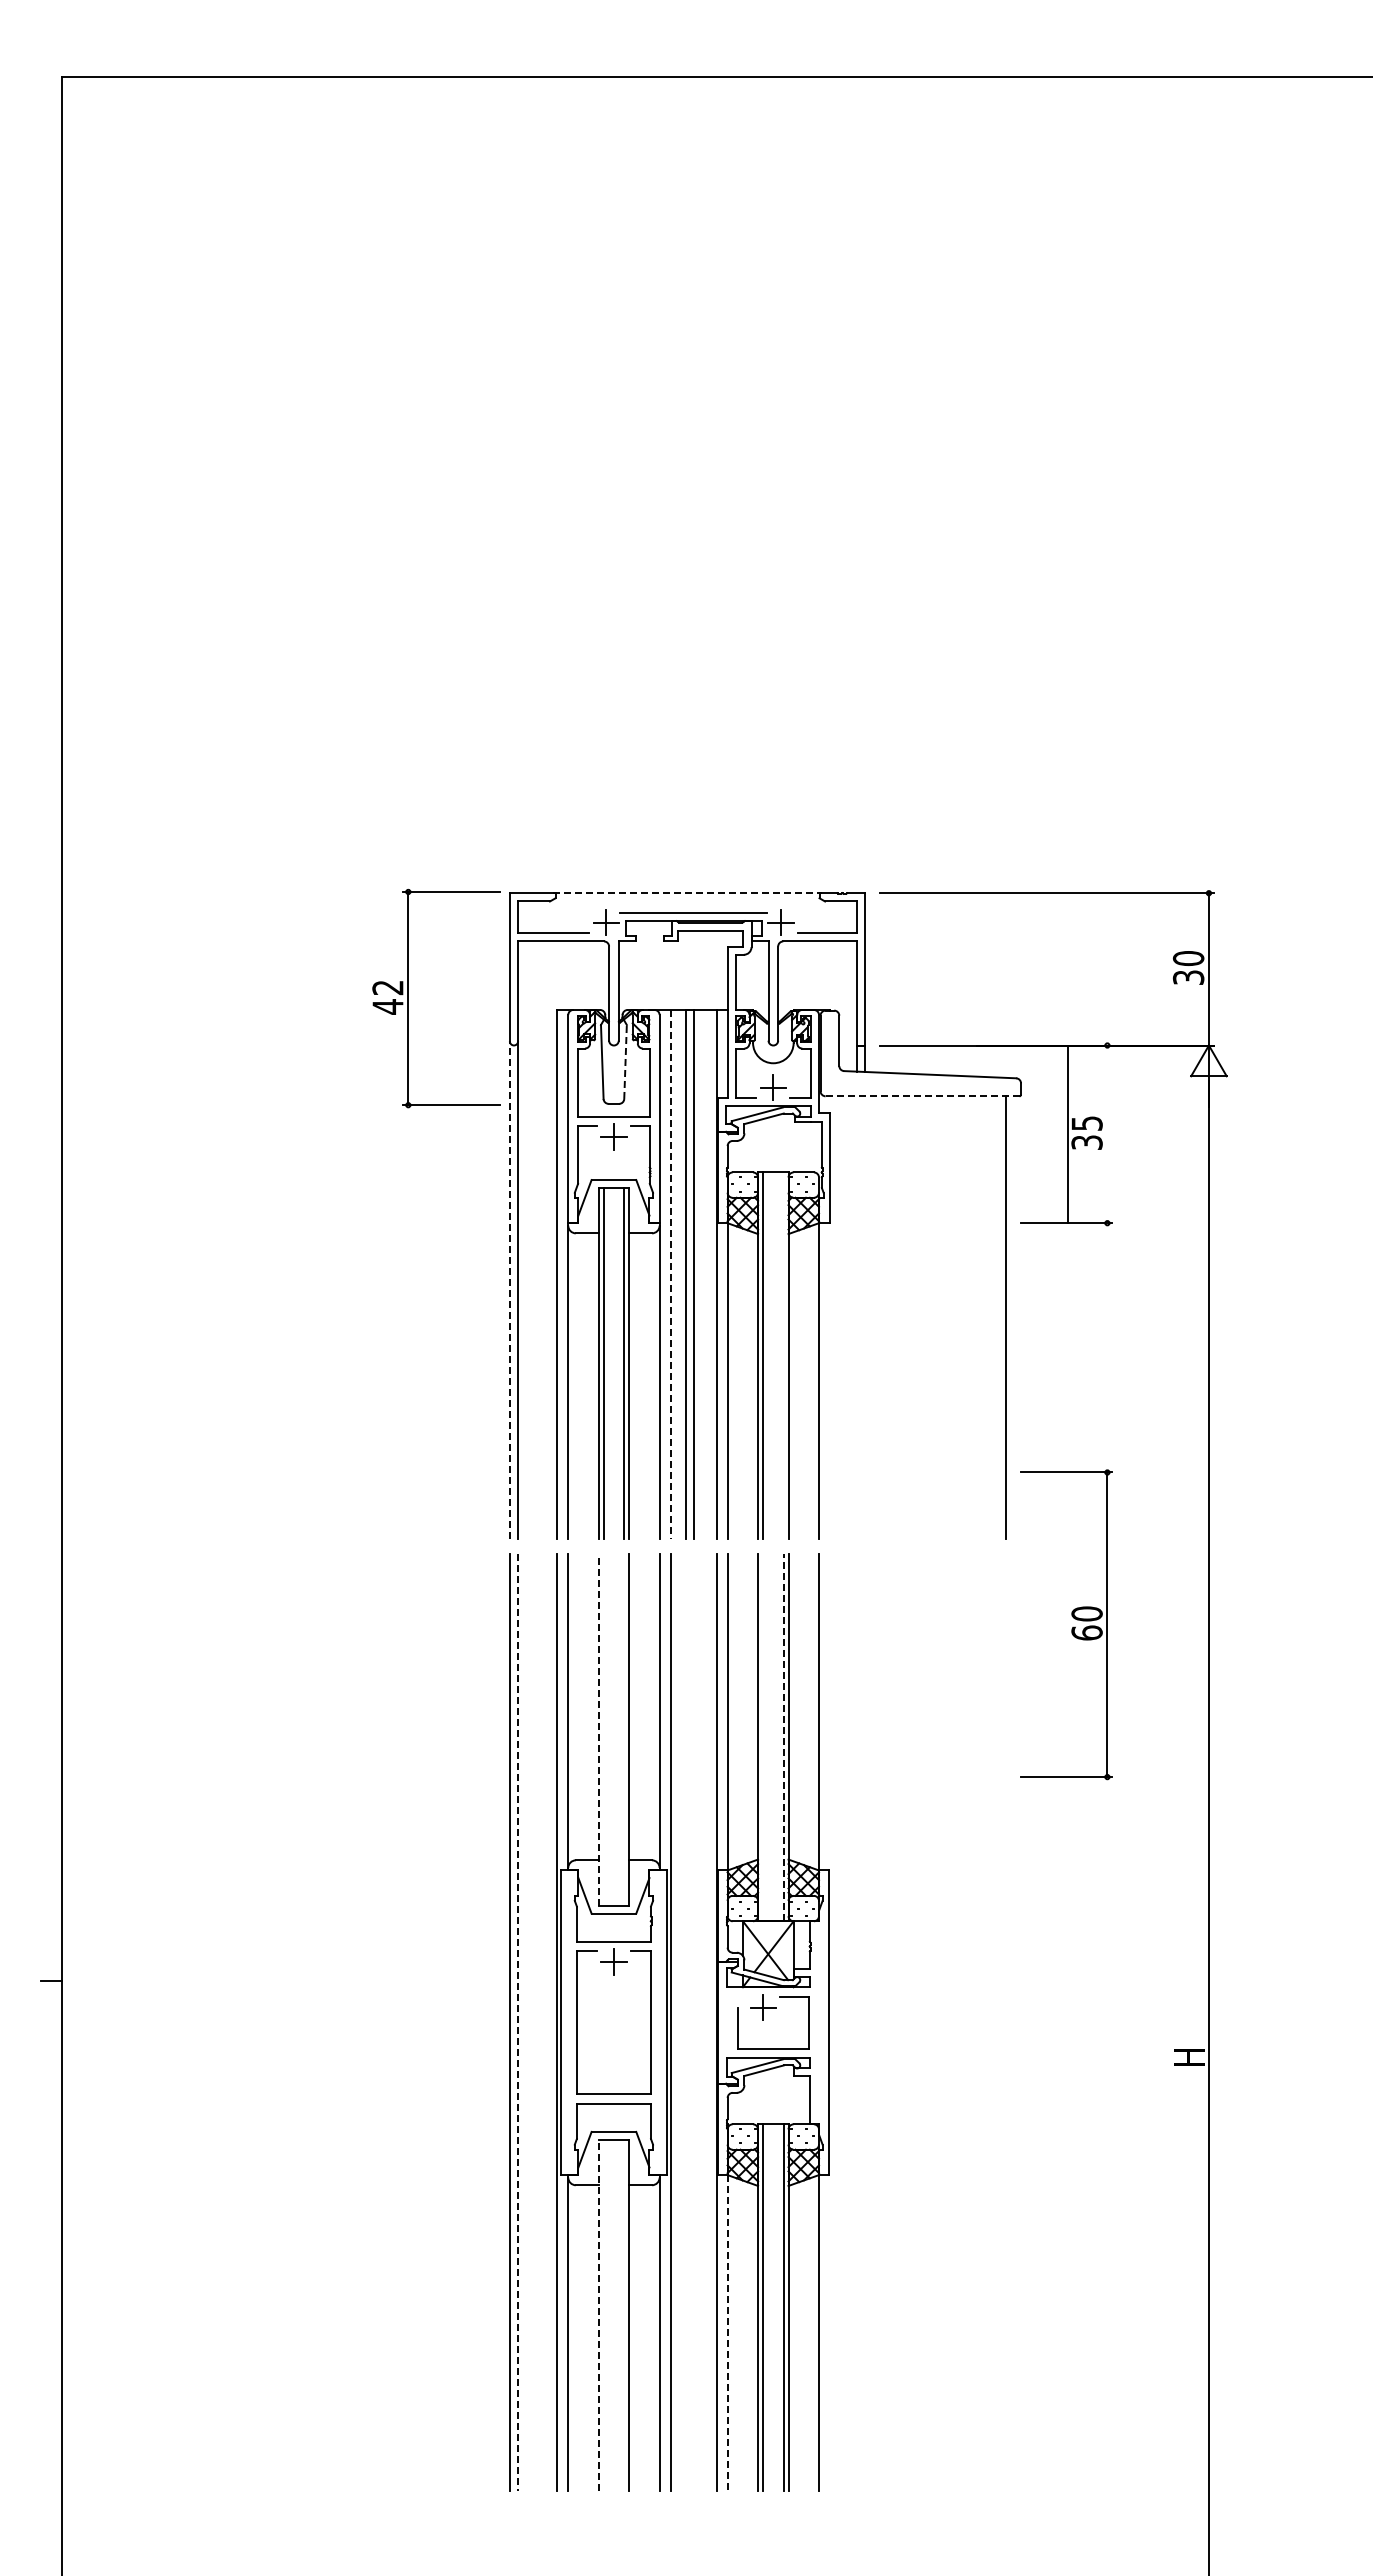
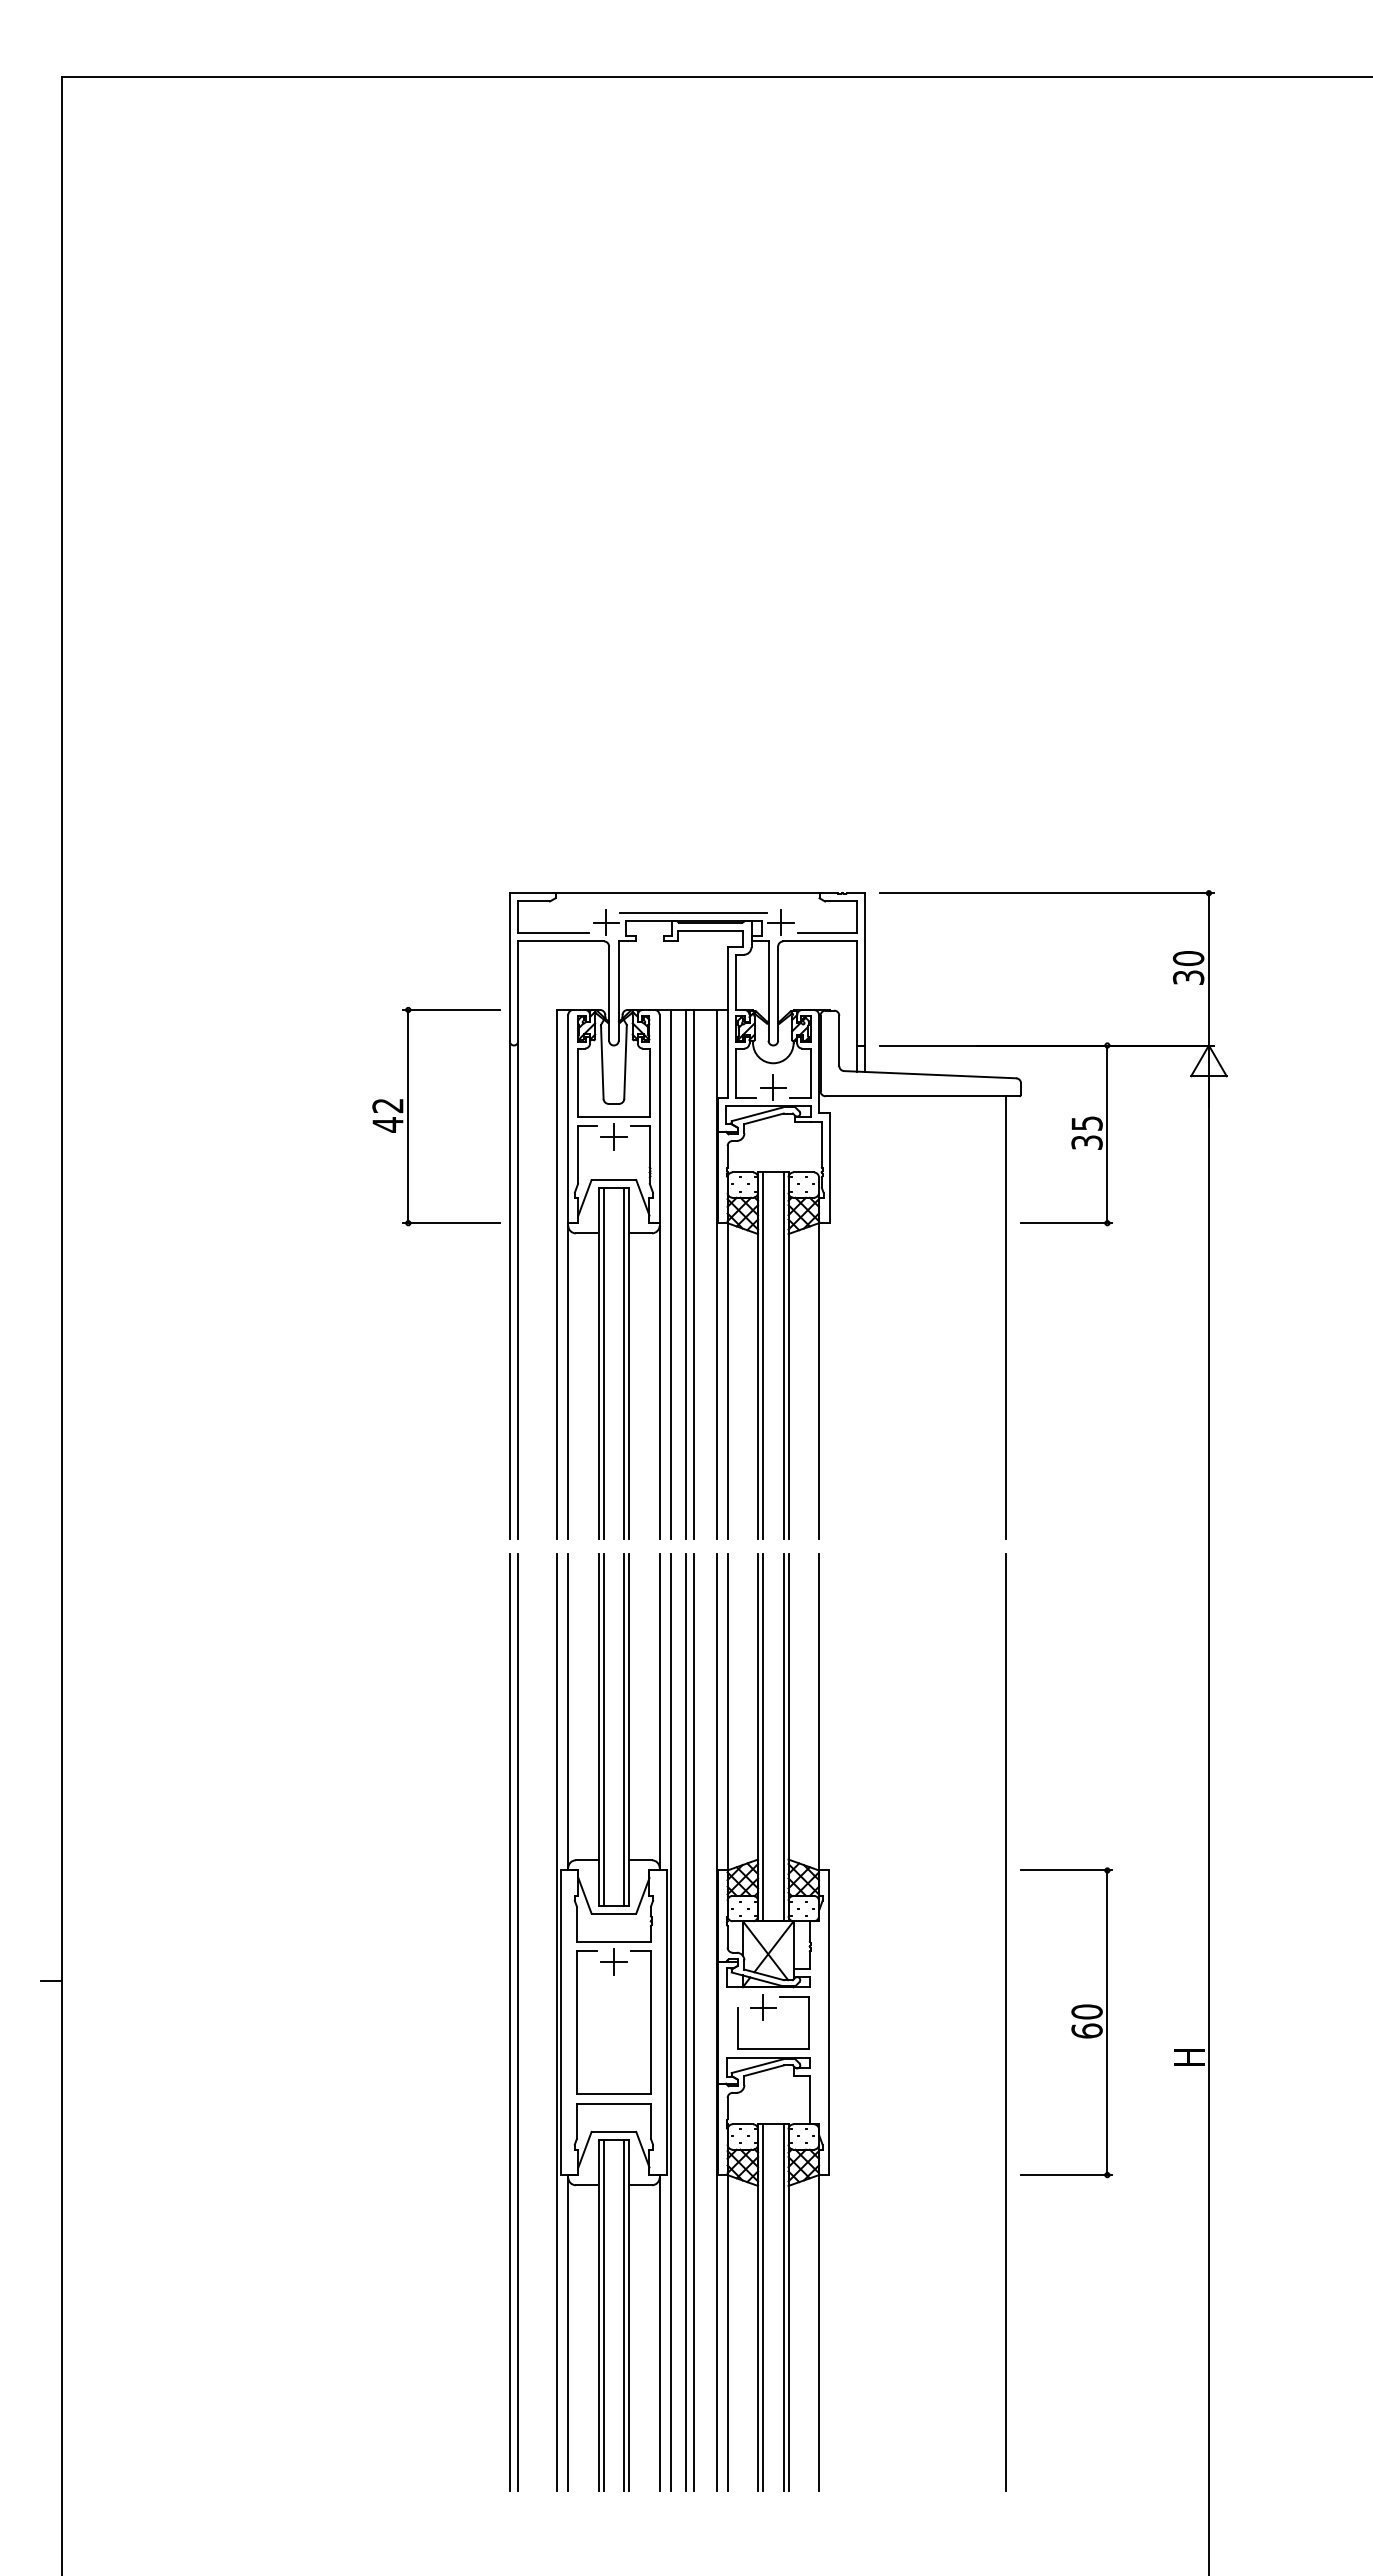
line at (687, 893): dashed -> solid
part at (408, 998) position: (408, 998) -> (408, 1116)
line at (625, 1061): dashed -> solid
line at (922, 1096): dashed -> solid
line at (1068, 1134) position: (1068, 1134) -> (1107, 1134)
line at (670, 1274): dashed -> solid
line at (509, 1290): dashed -> solid
line at (783, 1355): none -> present
part at (1071, 1628) position: (1071, 1628) -> (1071, 2026)
line at (598, 1730): dashed -> solid
line at (603, 1730): none -> present
line at (624, 1730): none -> present
line at (763, 1737): none -> present
line at (783, 1737): dashed -> solid
line at (685, 2022): none -> present
line at (693, 2022): none -> present
line at (1005, 2022): none -> present
line at (518, 2023): dashed -> solid
line at (598, 2315): dashed -> solid
line at (603, 2315): none -> present
line at (624, 2315): none -> present
line at (727, 2333): dashed -> solid
